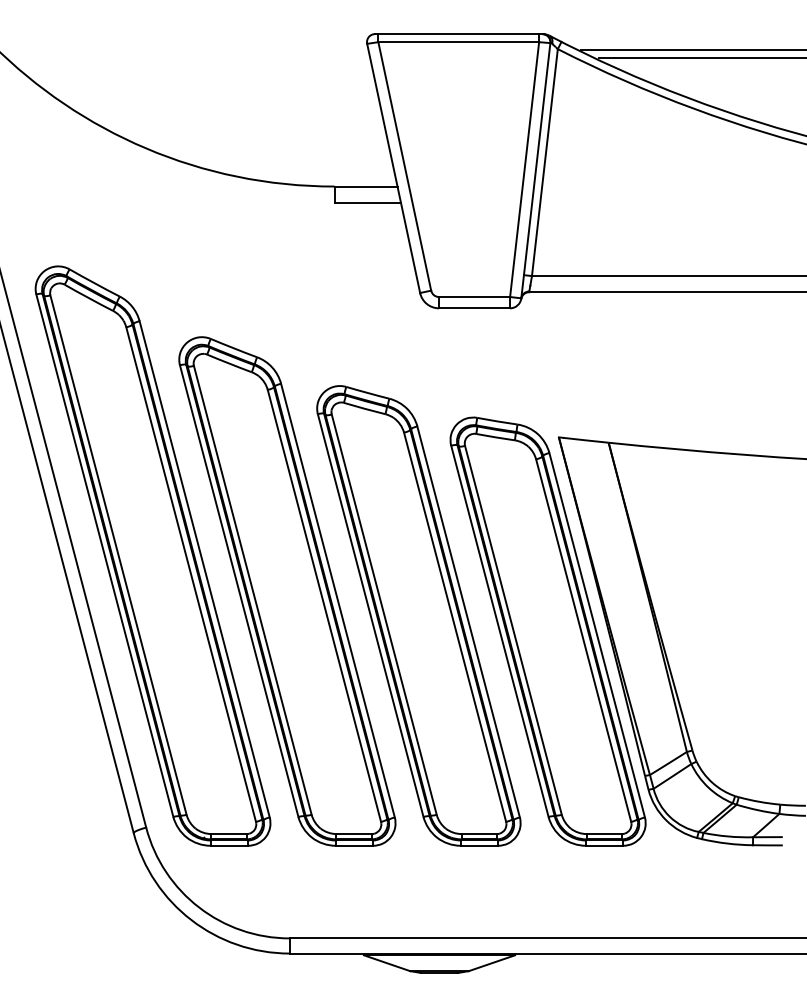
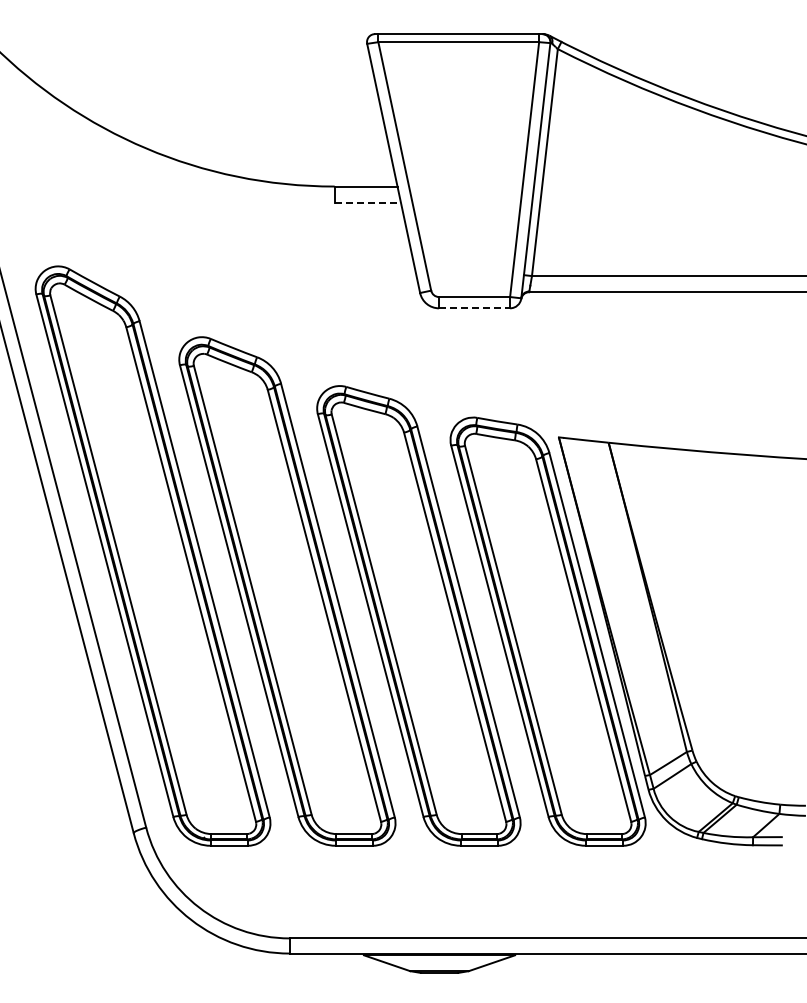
line at (691, 50): present -> none
line at (701, 58): present -> none
line at (368, 203): solid -> dashed
line at (474, 308): solid -> dashed
